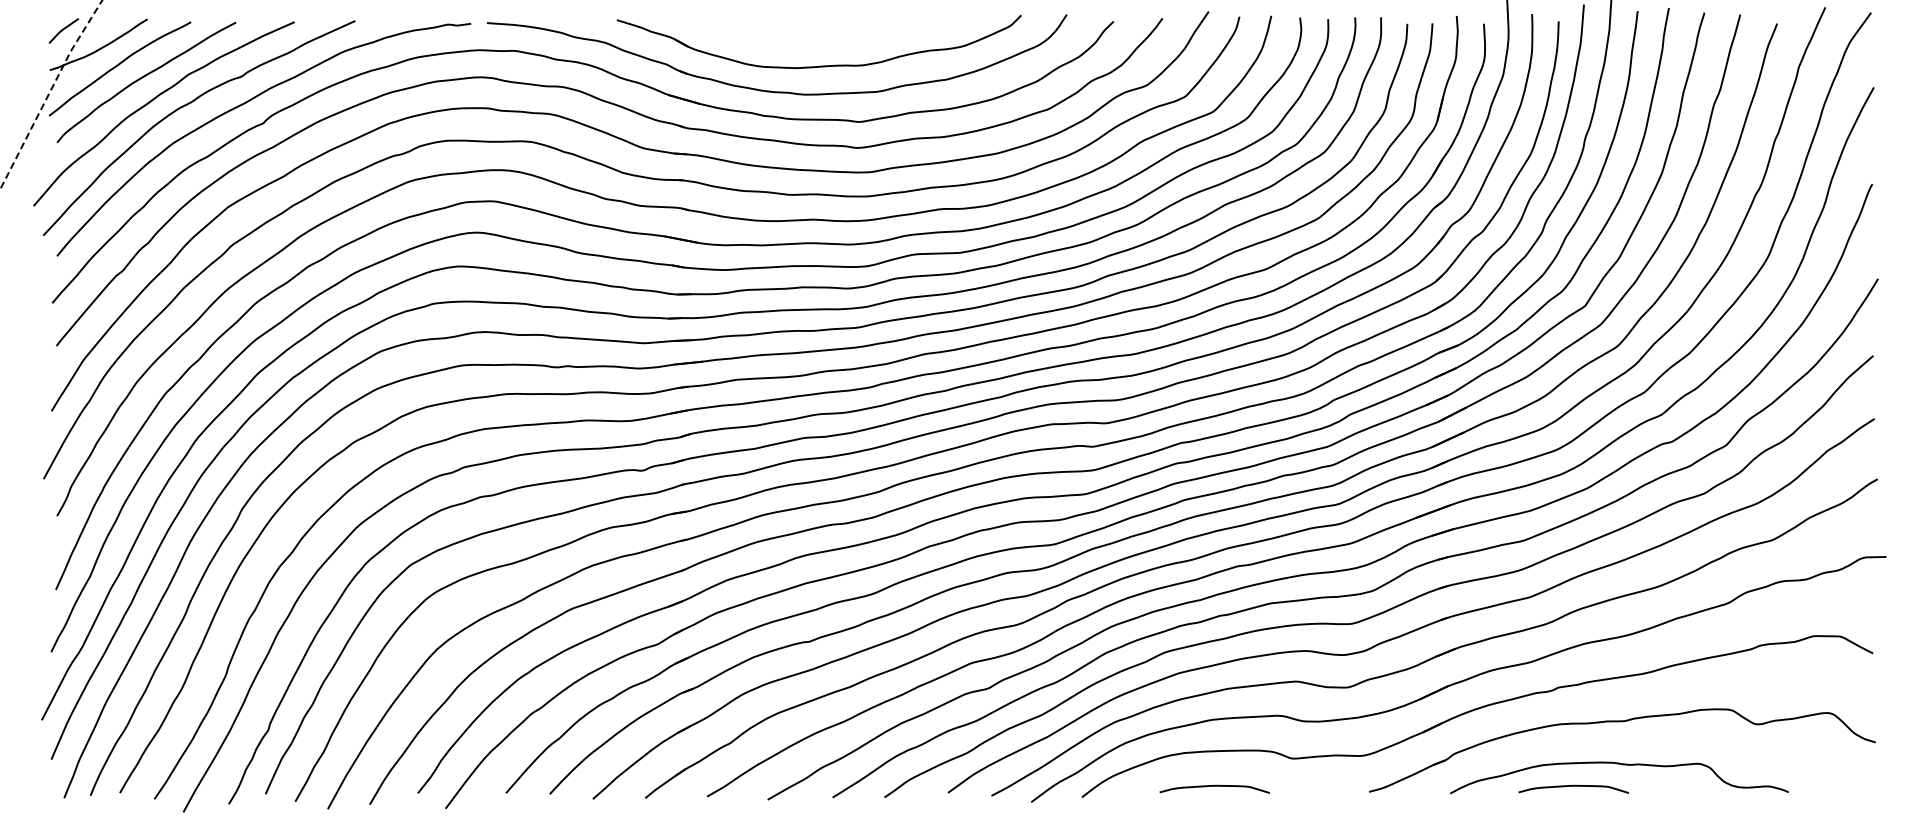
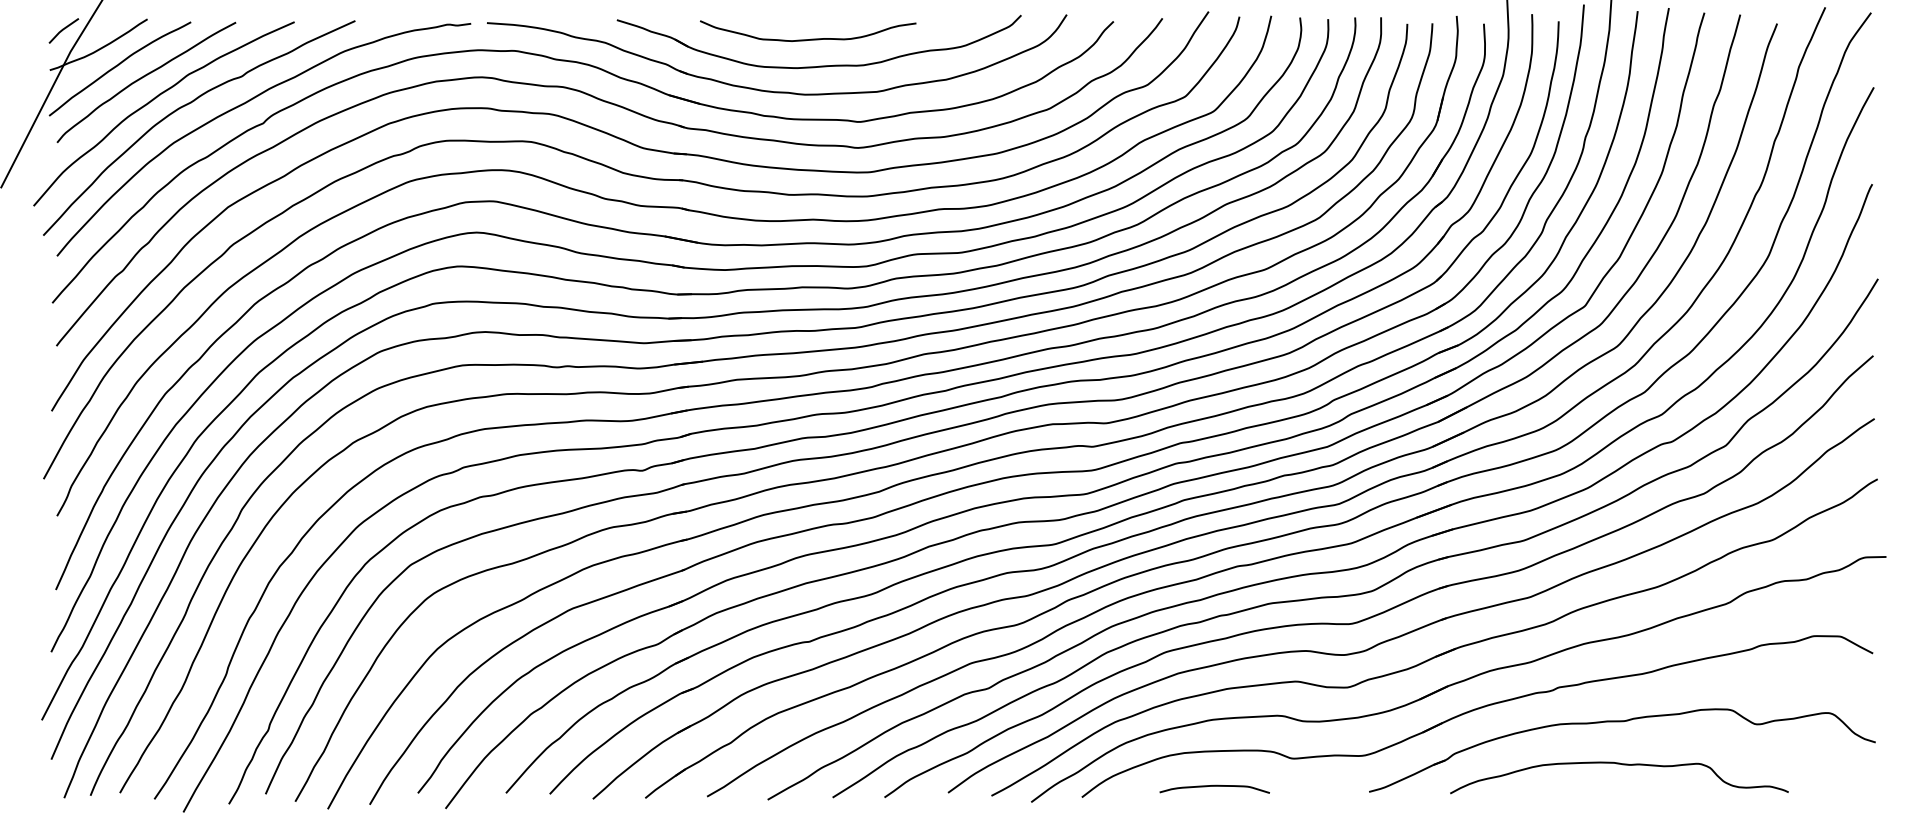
curve at (811, 38): none -> present
line at (49, 92): dashed -> solid
curve at (1573, 786): present -> none
